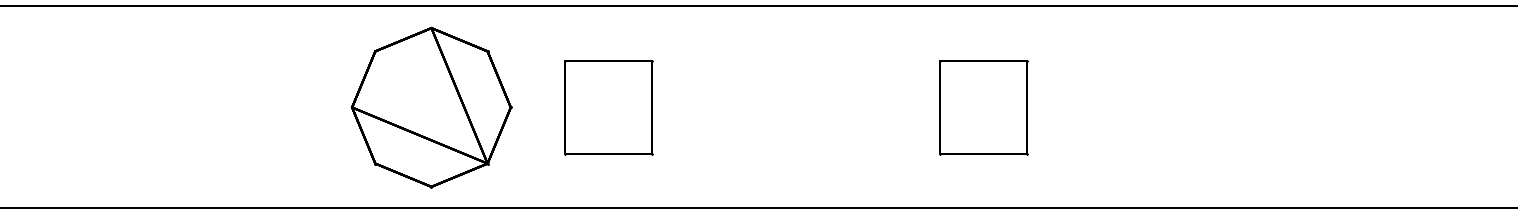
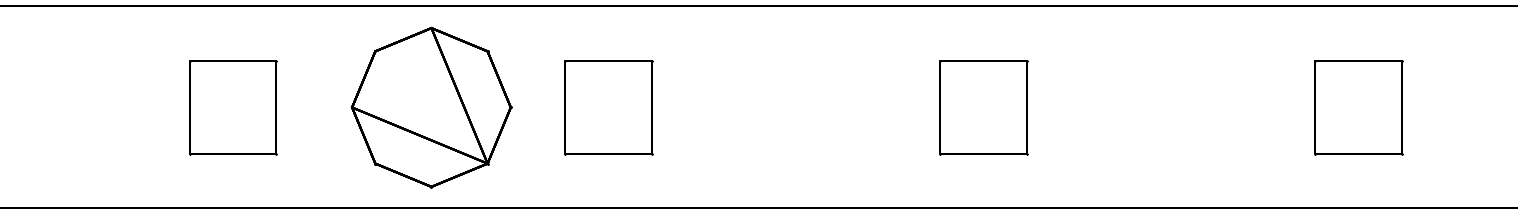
part at (233, 107): none -> present
part at (1358, 107): none -> present
